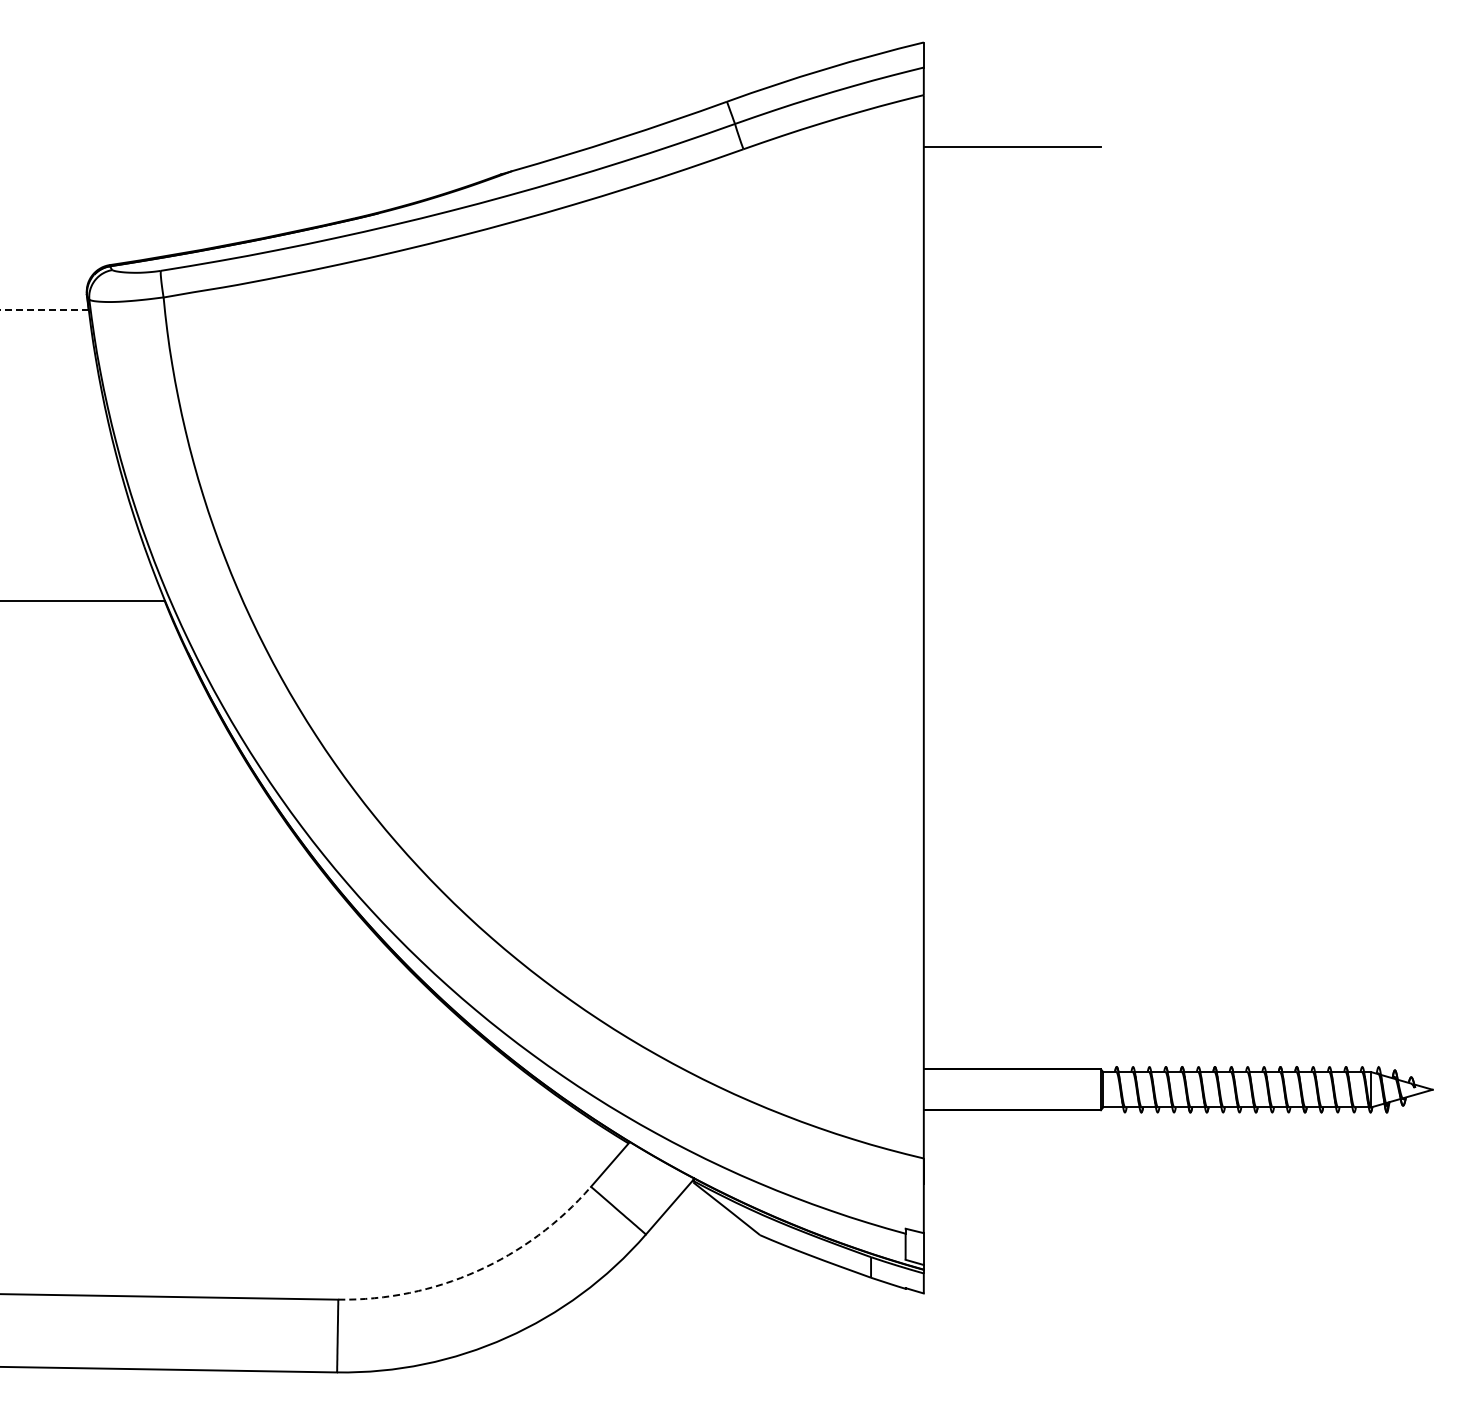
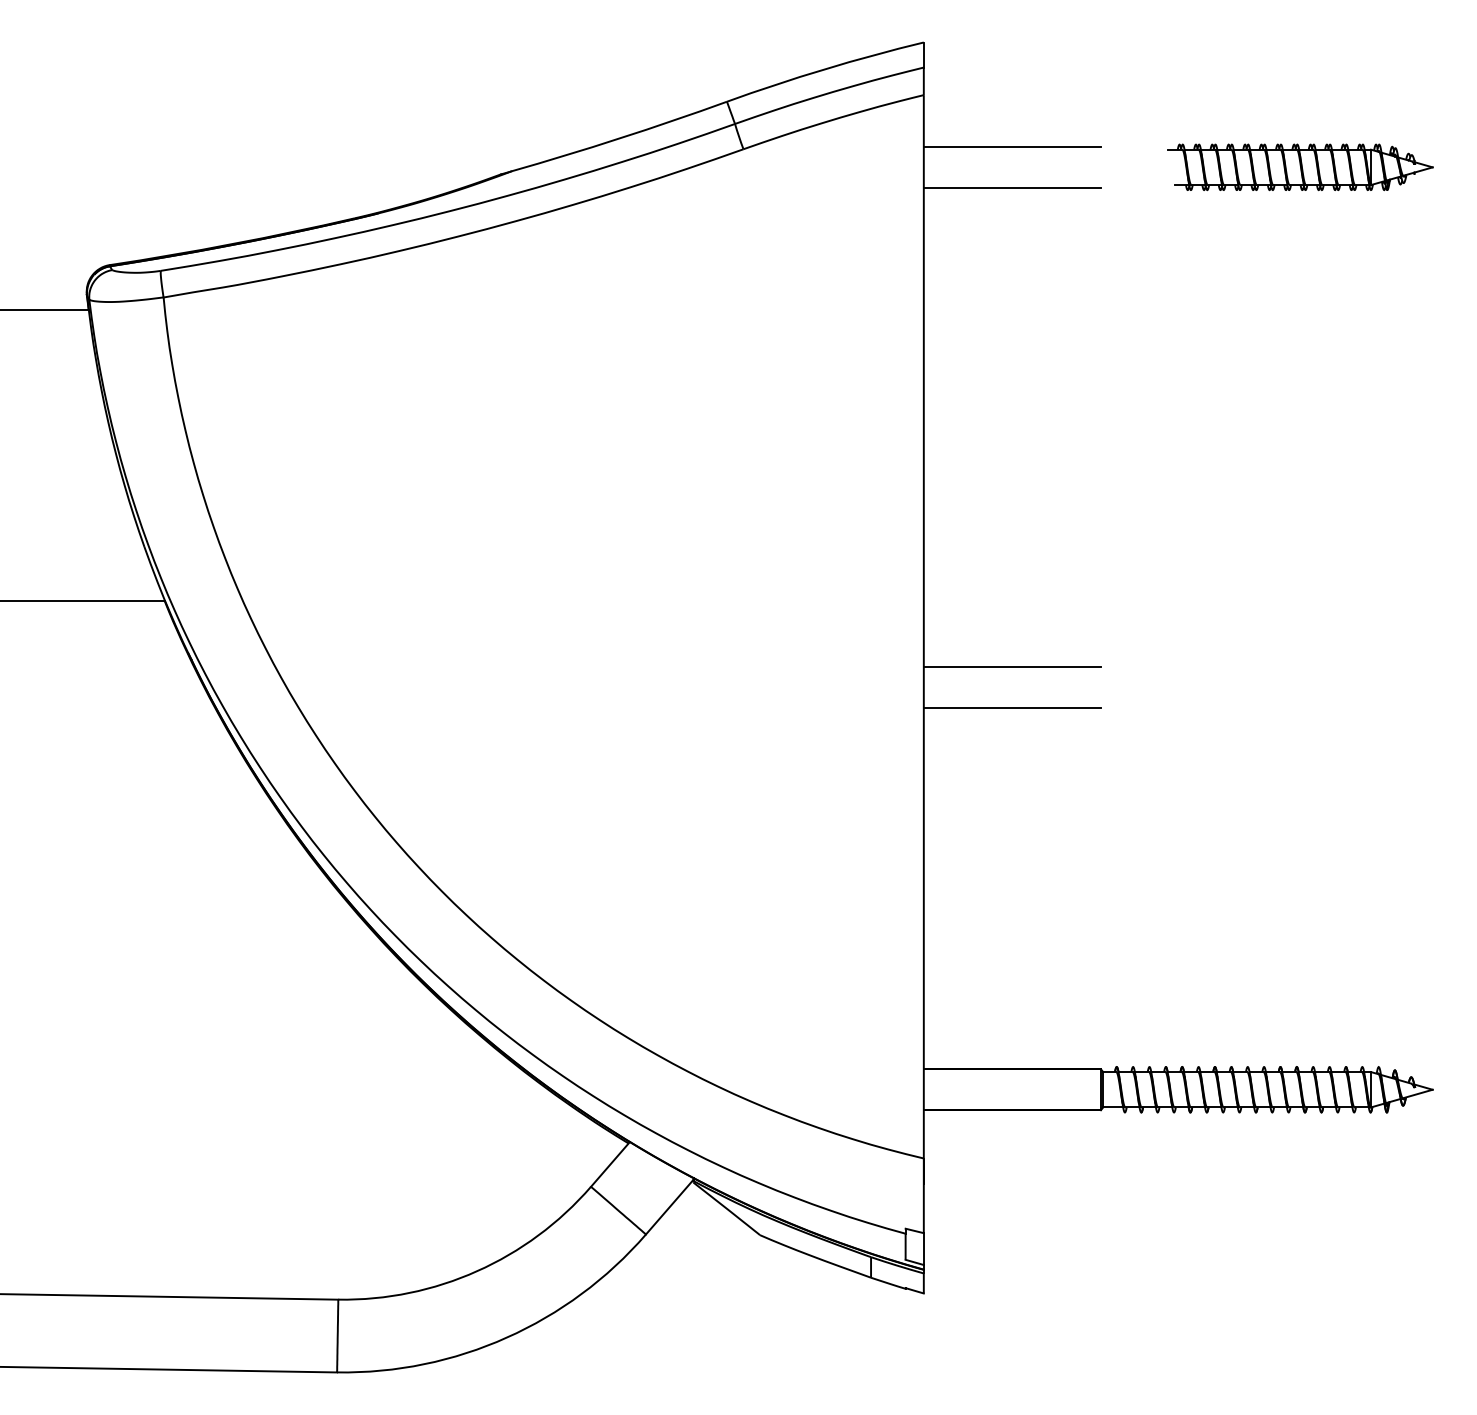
part at (1300, 167): none -> present
line at (1011, 187): none -> present
line at (44, 309): dashed -> solid
line at (1011, 666): none -> present
line at (1011, 707): none -> present
arc at (477, 1271): dashed -> solid
